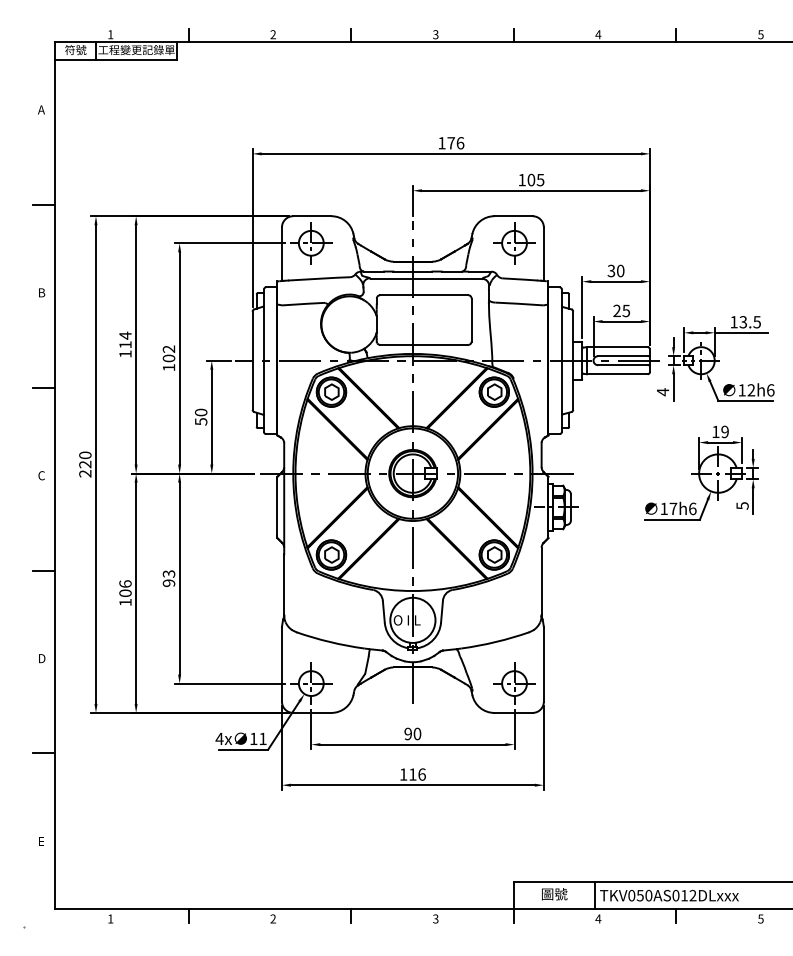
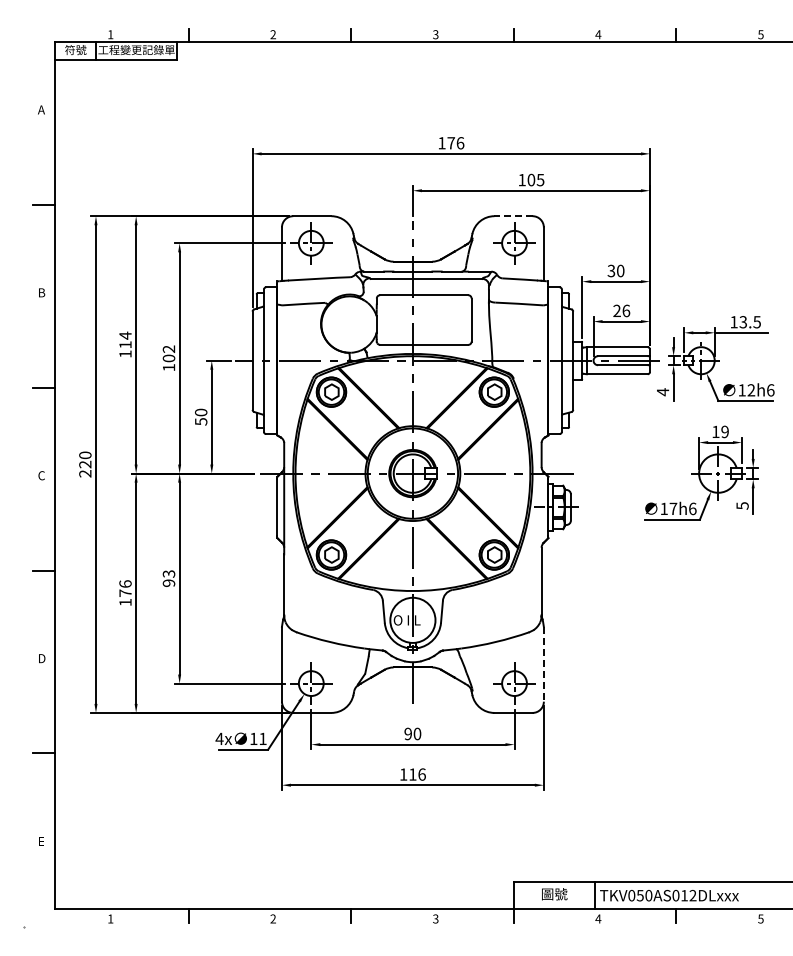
line at (513, 216): solid -> dashed
text at (626, 310): 25 -> 26
text at (125, 592): 106 -> 176
line at (543, 664): solid -> dashed
